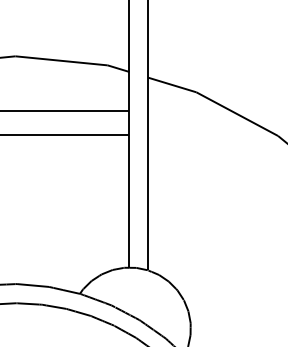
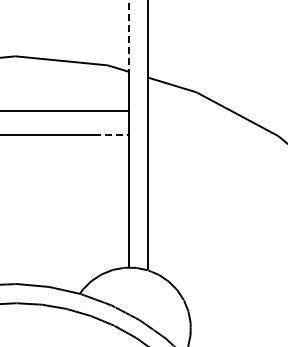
line at (129, 36): solid -> dashed
line at (111, 134): solid -> dashed
